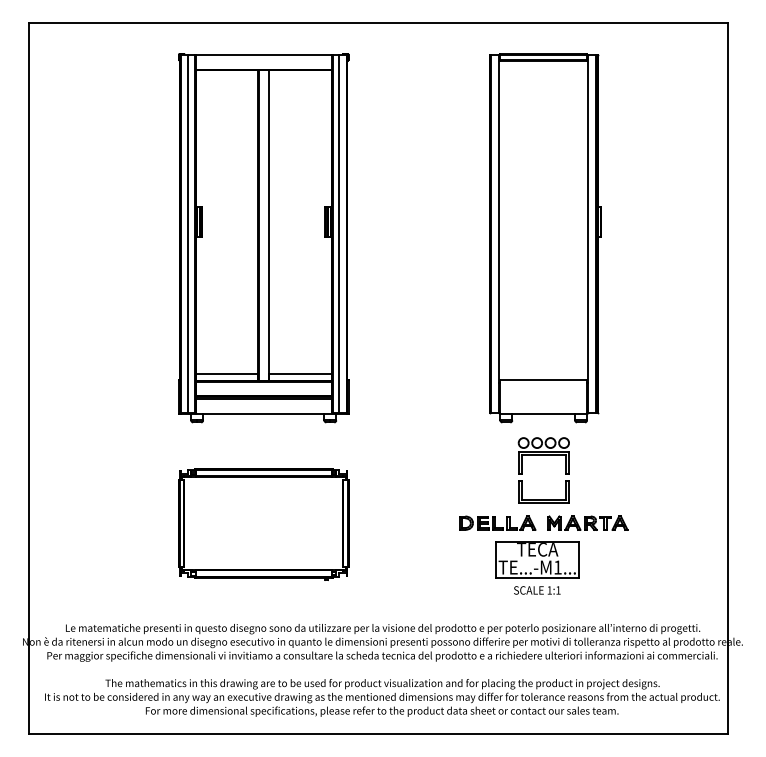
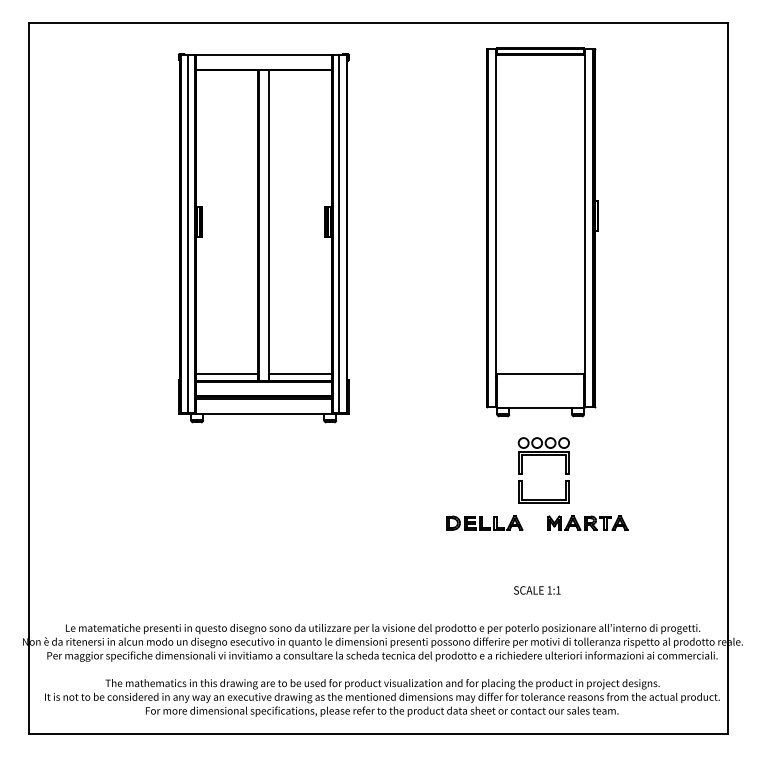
part at (545, 238) position: (545, 238) -> (542, 232)
part at (497, 522) position: (497, 522) -> (484, 522)
part at (263, 524): present -> none
part at (537, 559): present -> none
